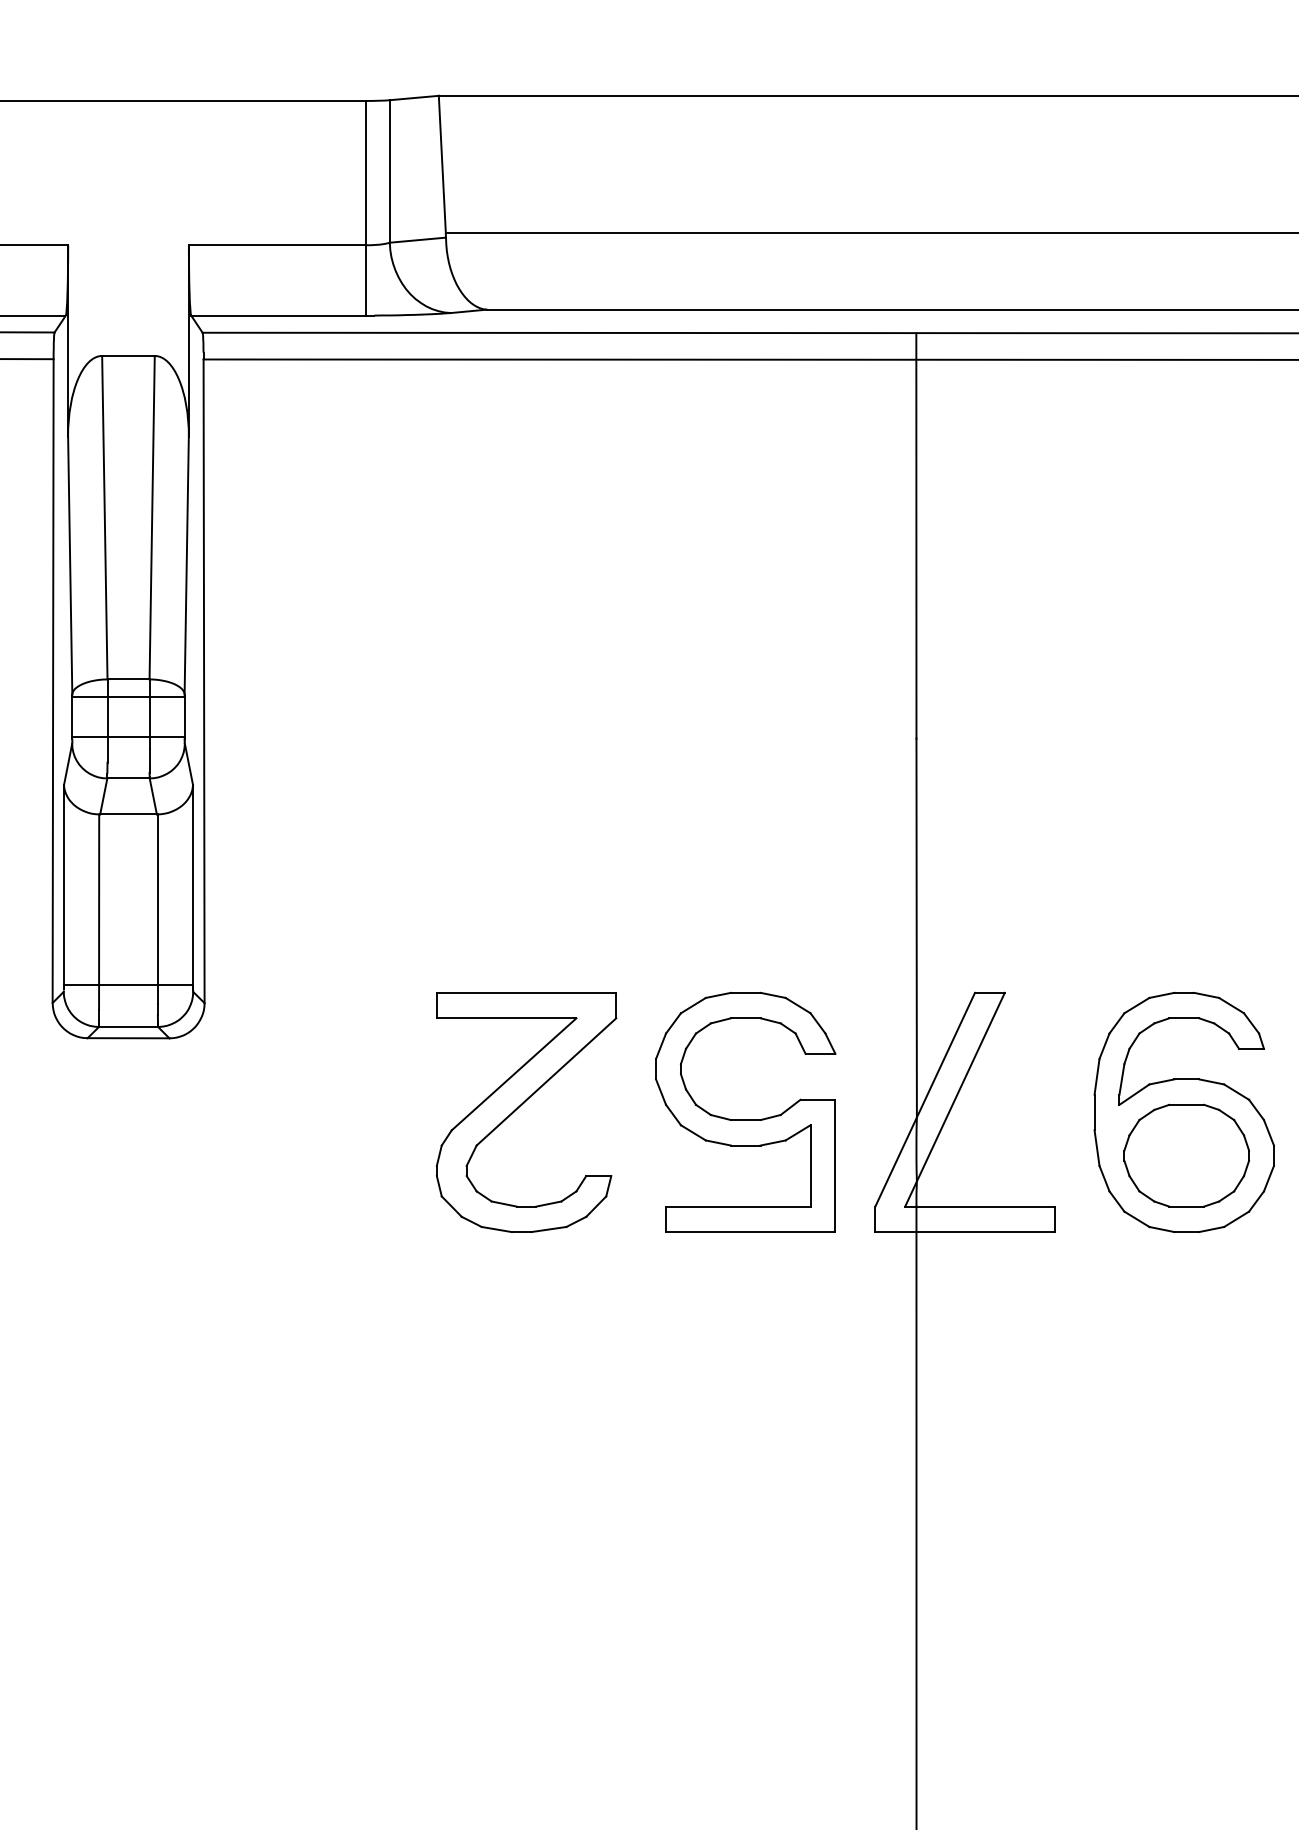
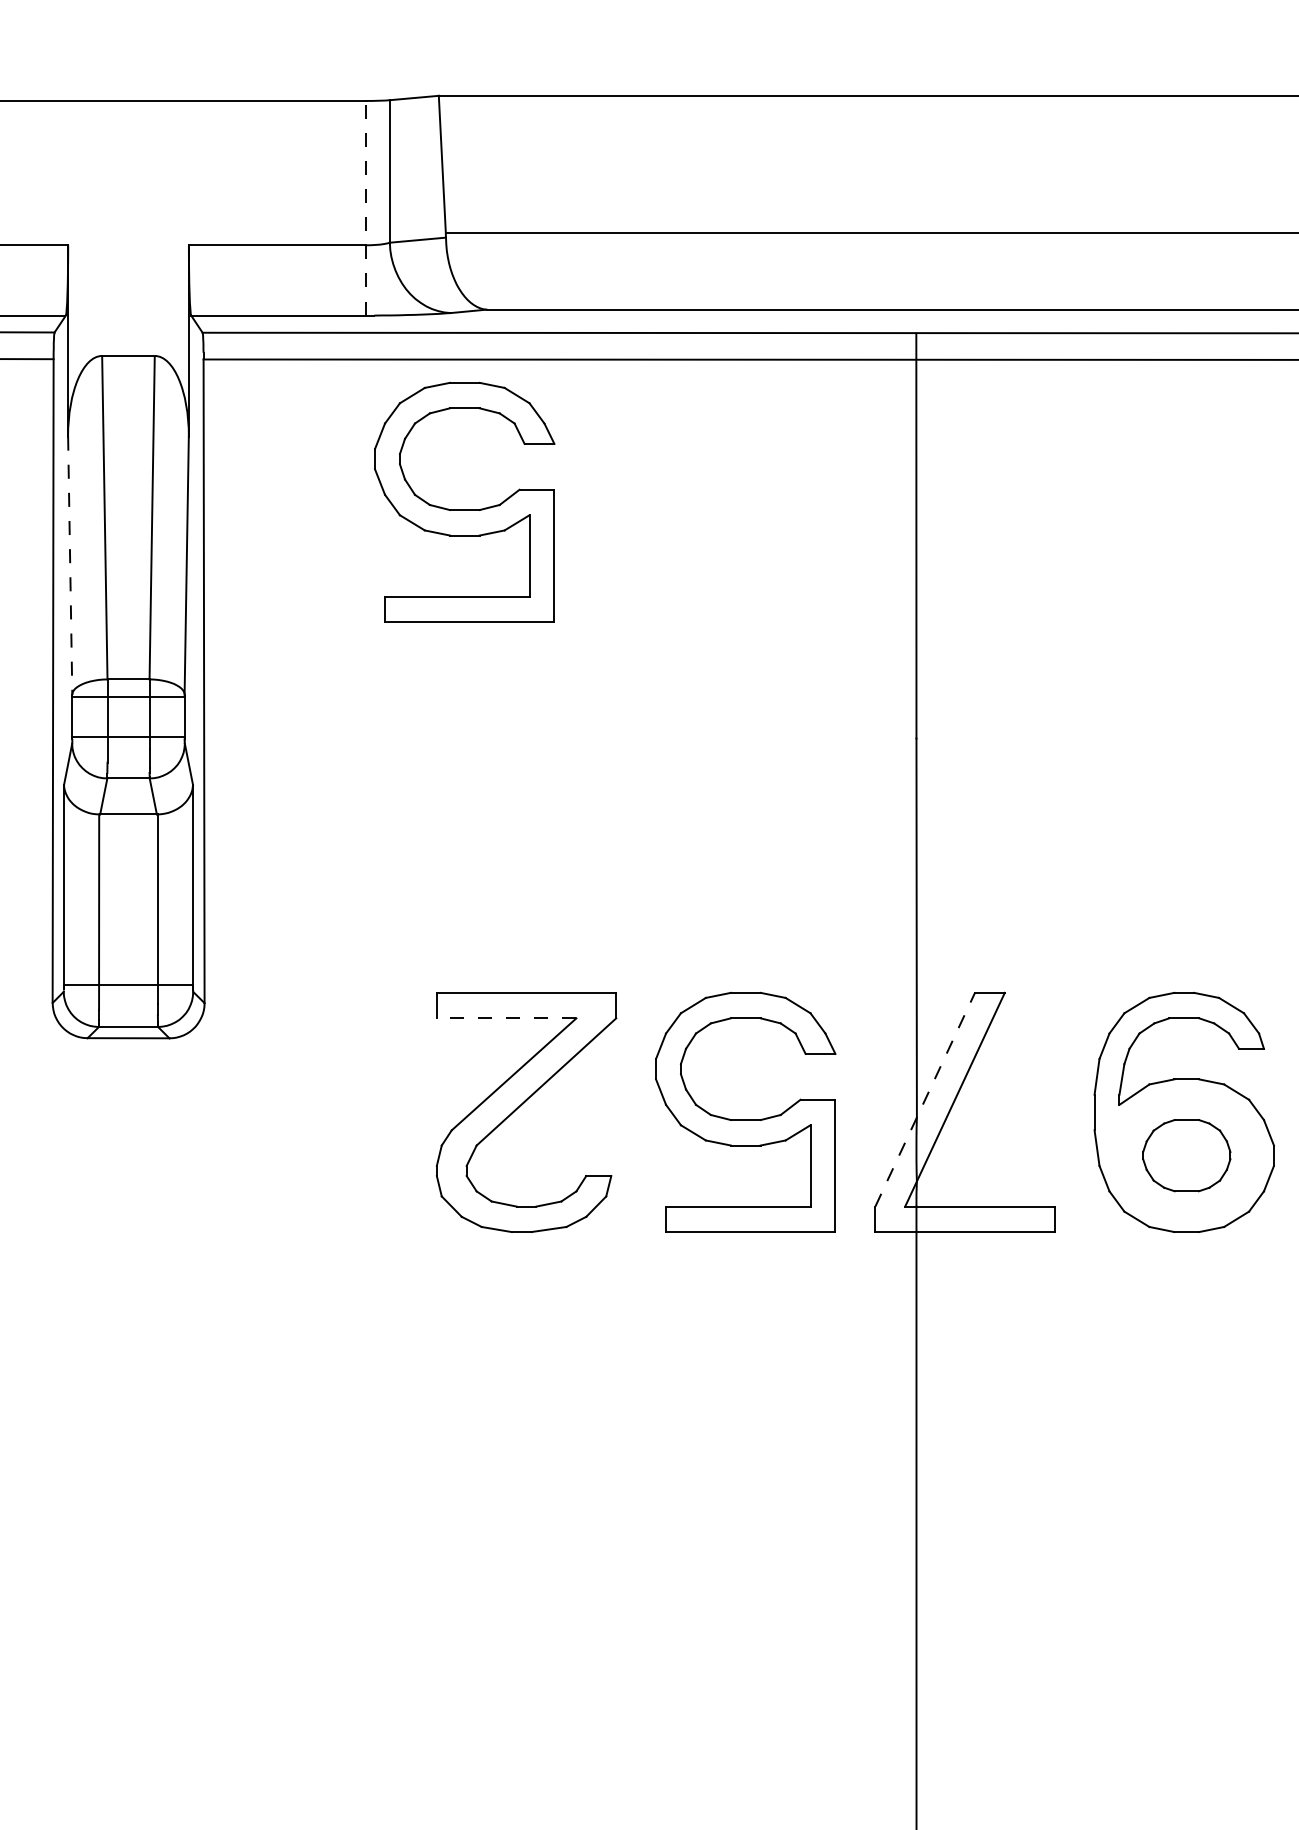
line at (365, 207): solid -> dashed
part at (464, 509): none -> present
line at (70, 566): solid -> dashed
line at (506, 1018): solid -> dashed
line at (925, 1099): solid -> dashed
part at (1186, 1155) size: 128x105 px -> 90x74 px
